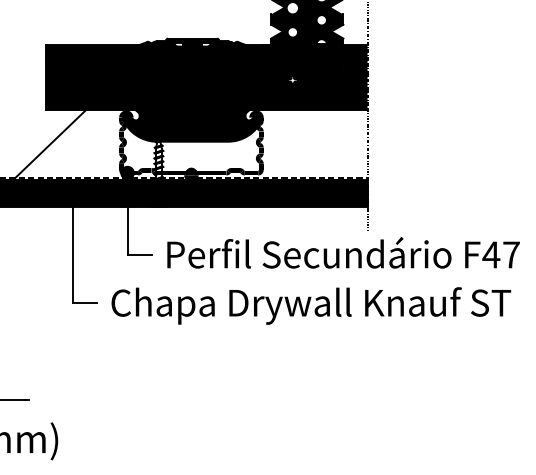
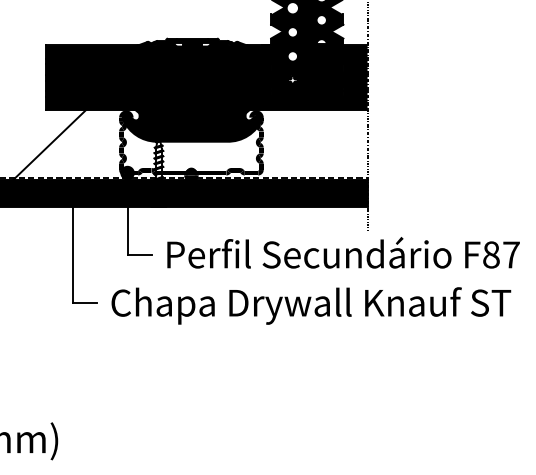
fill at (292, 56): present -> none
text at (491, 254): F47 -> F87
line at (15, 399): present -> none
